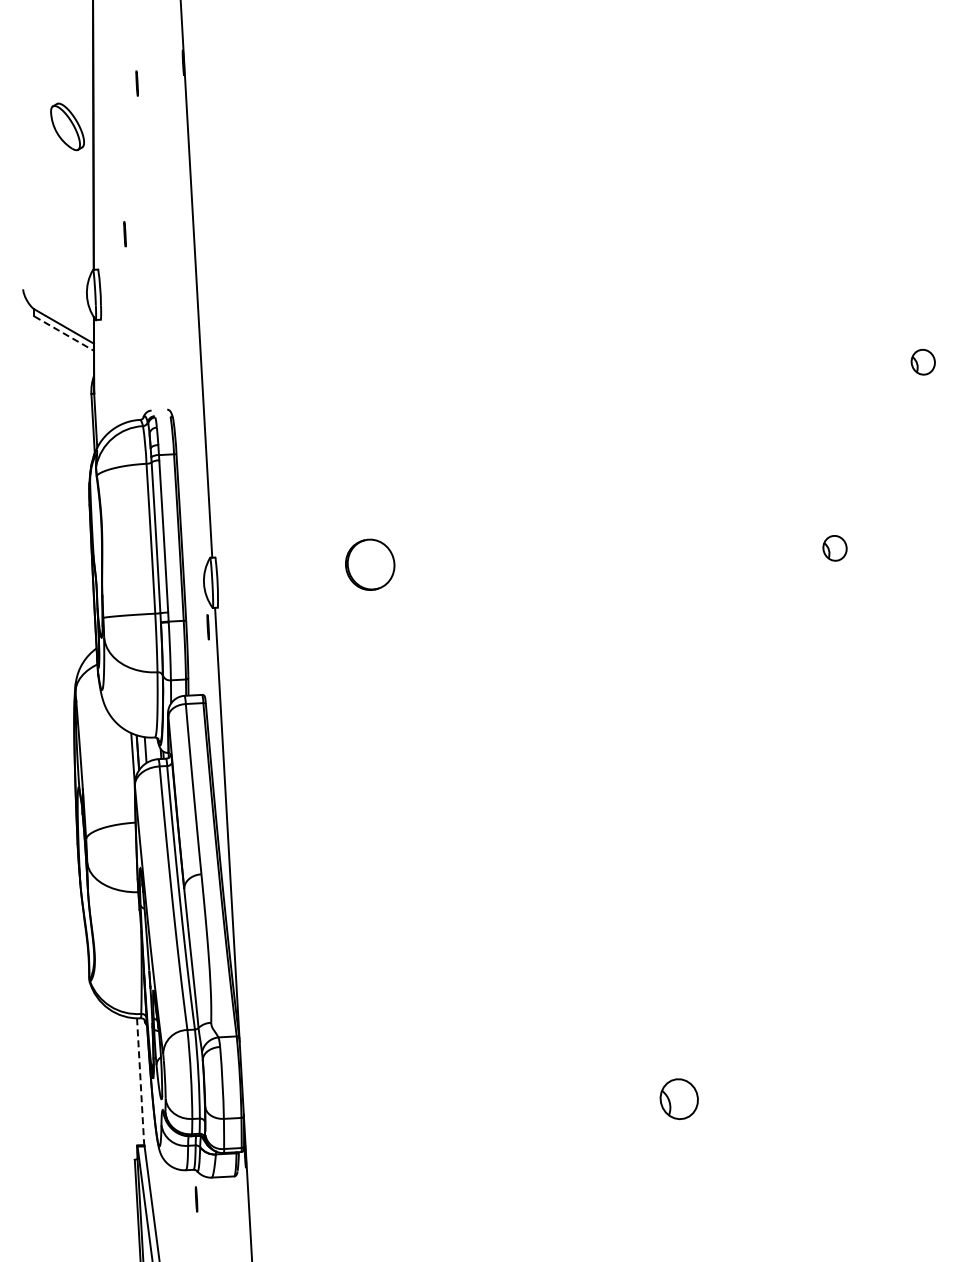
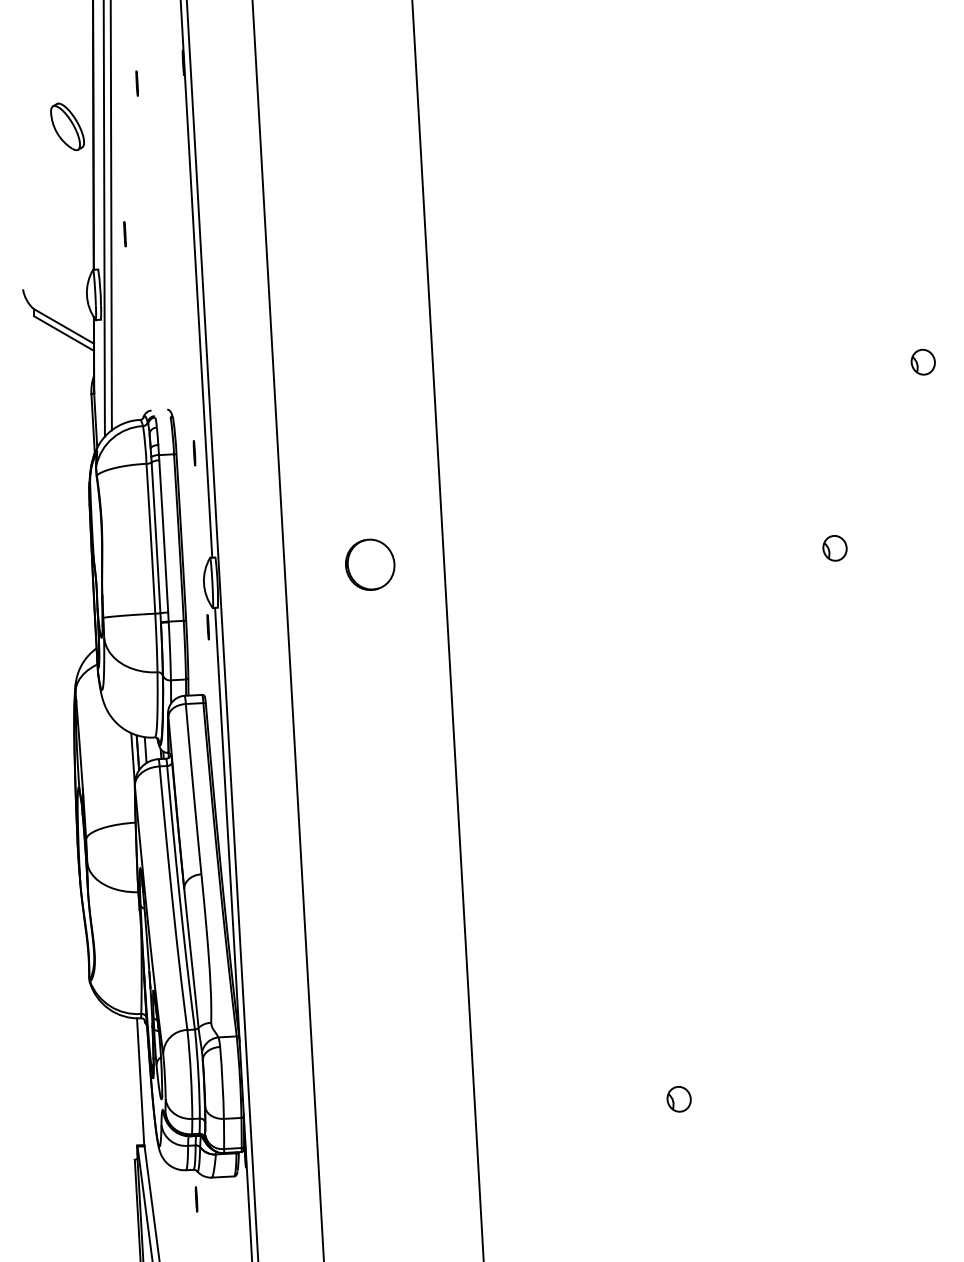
line at (110, 216): none -> present
line at (103, 219): none -> present
line at (64, 333): dashed -> solid
line at (194, 453): none -> present
line at (222, 630): none -> present
line at (287, 630): none -> present
line at (447, 630): none -> present
line at (140, 1082): dashed -> solid
part at (678, 1099) size: 40x43 px -> 26x27 px
